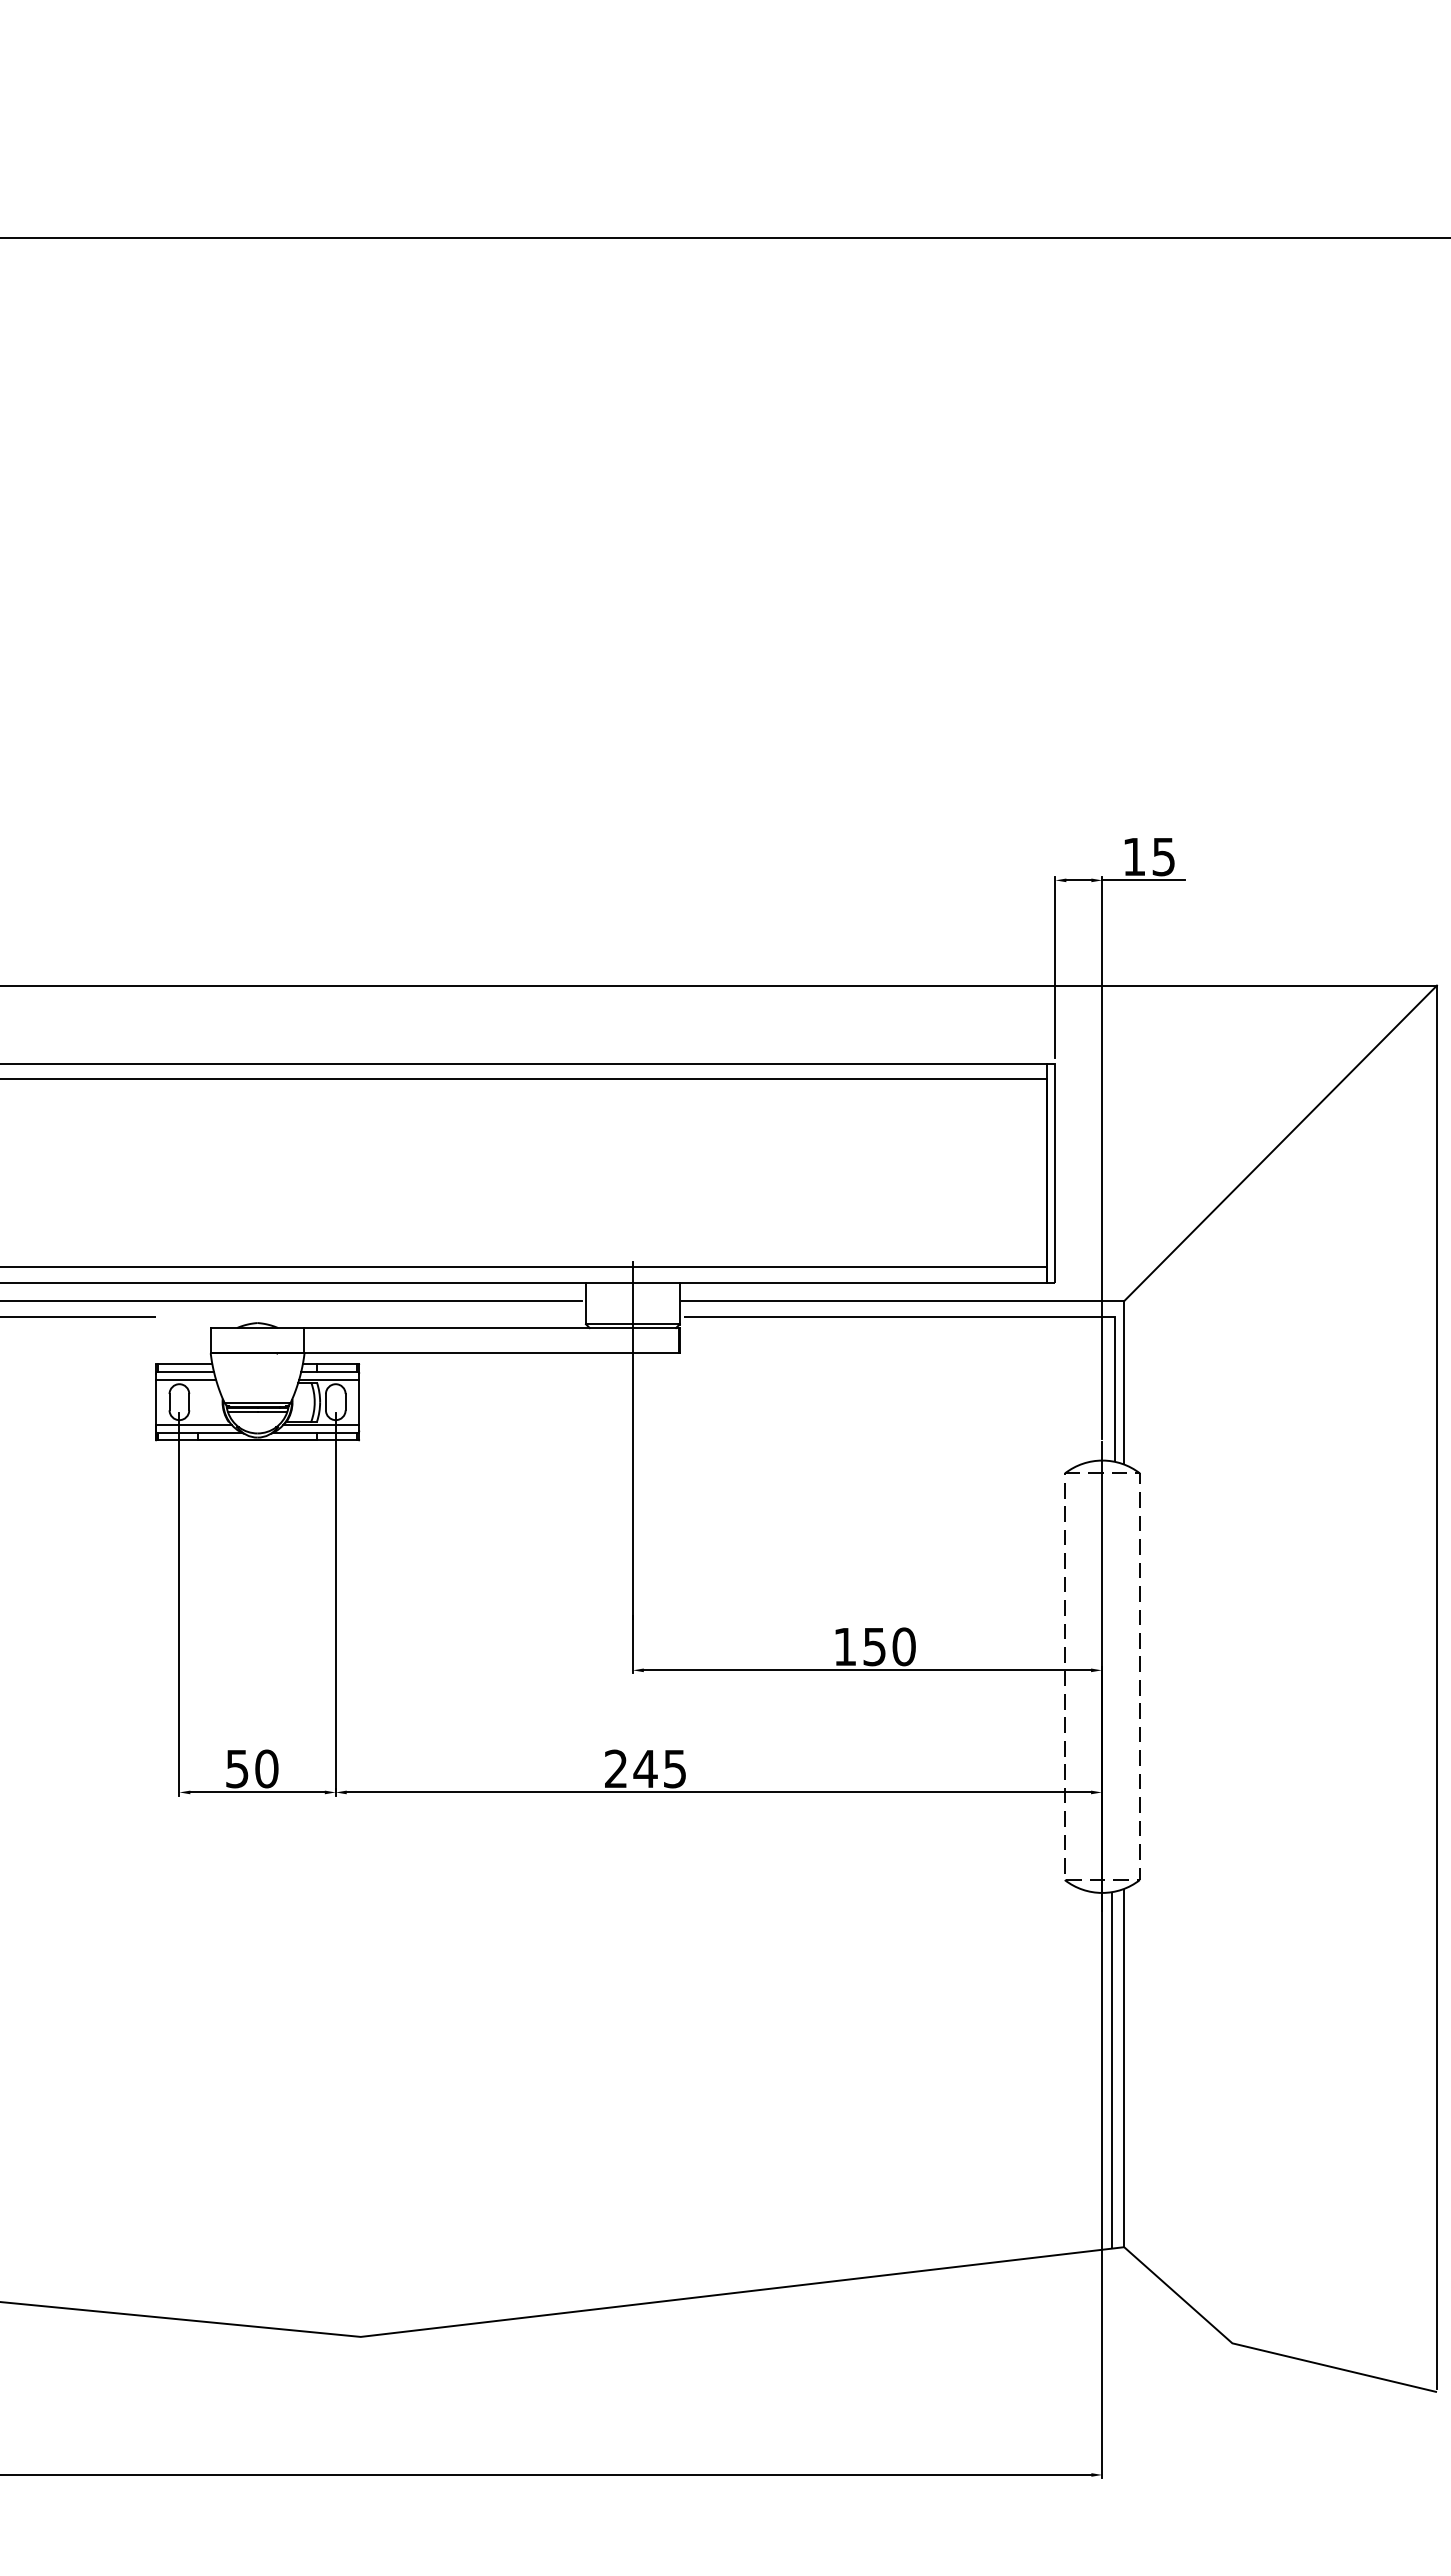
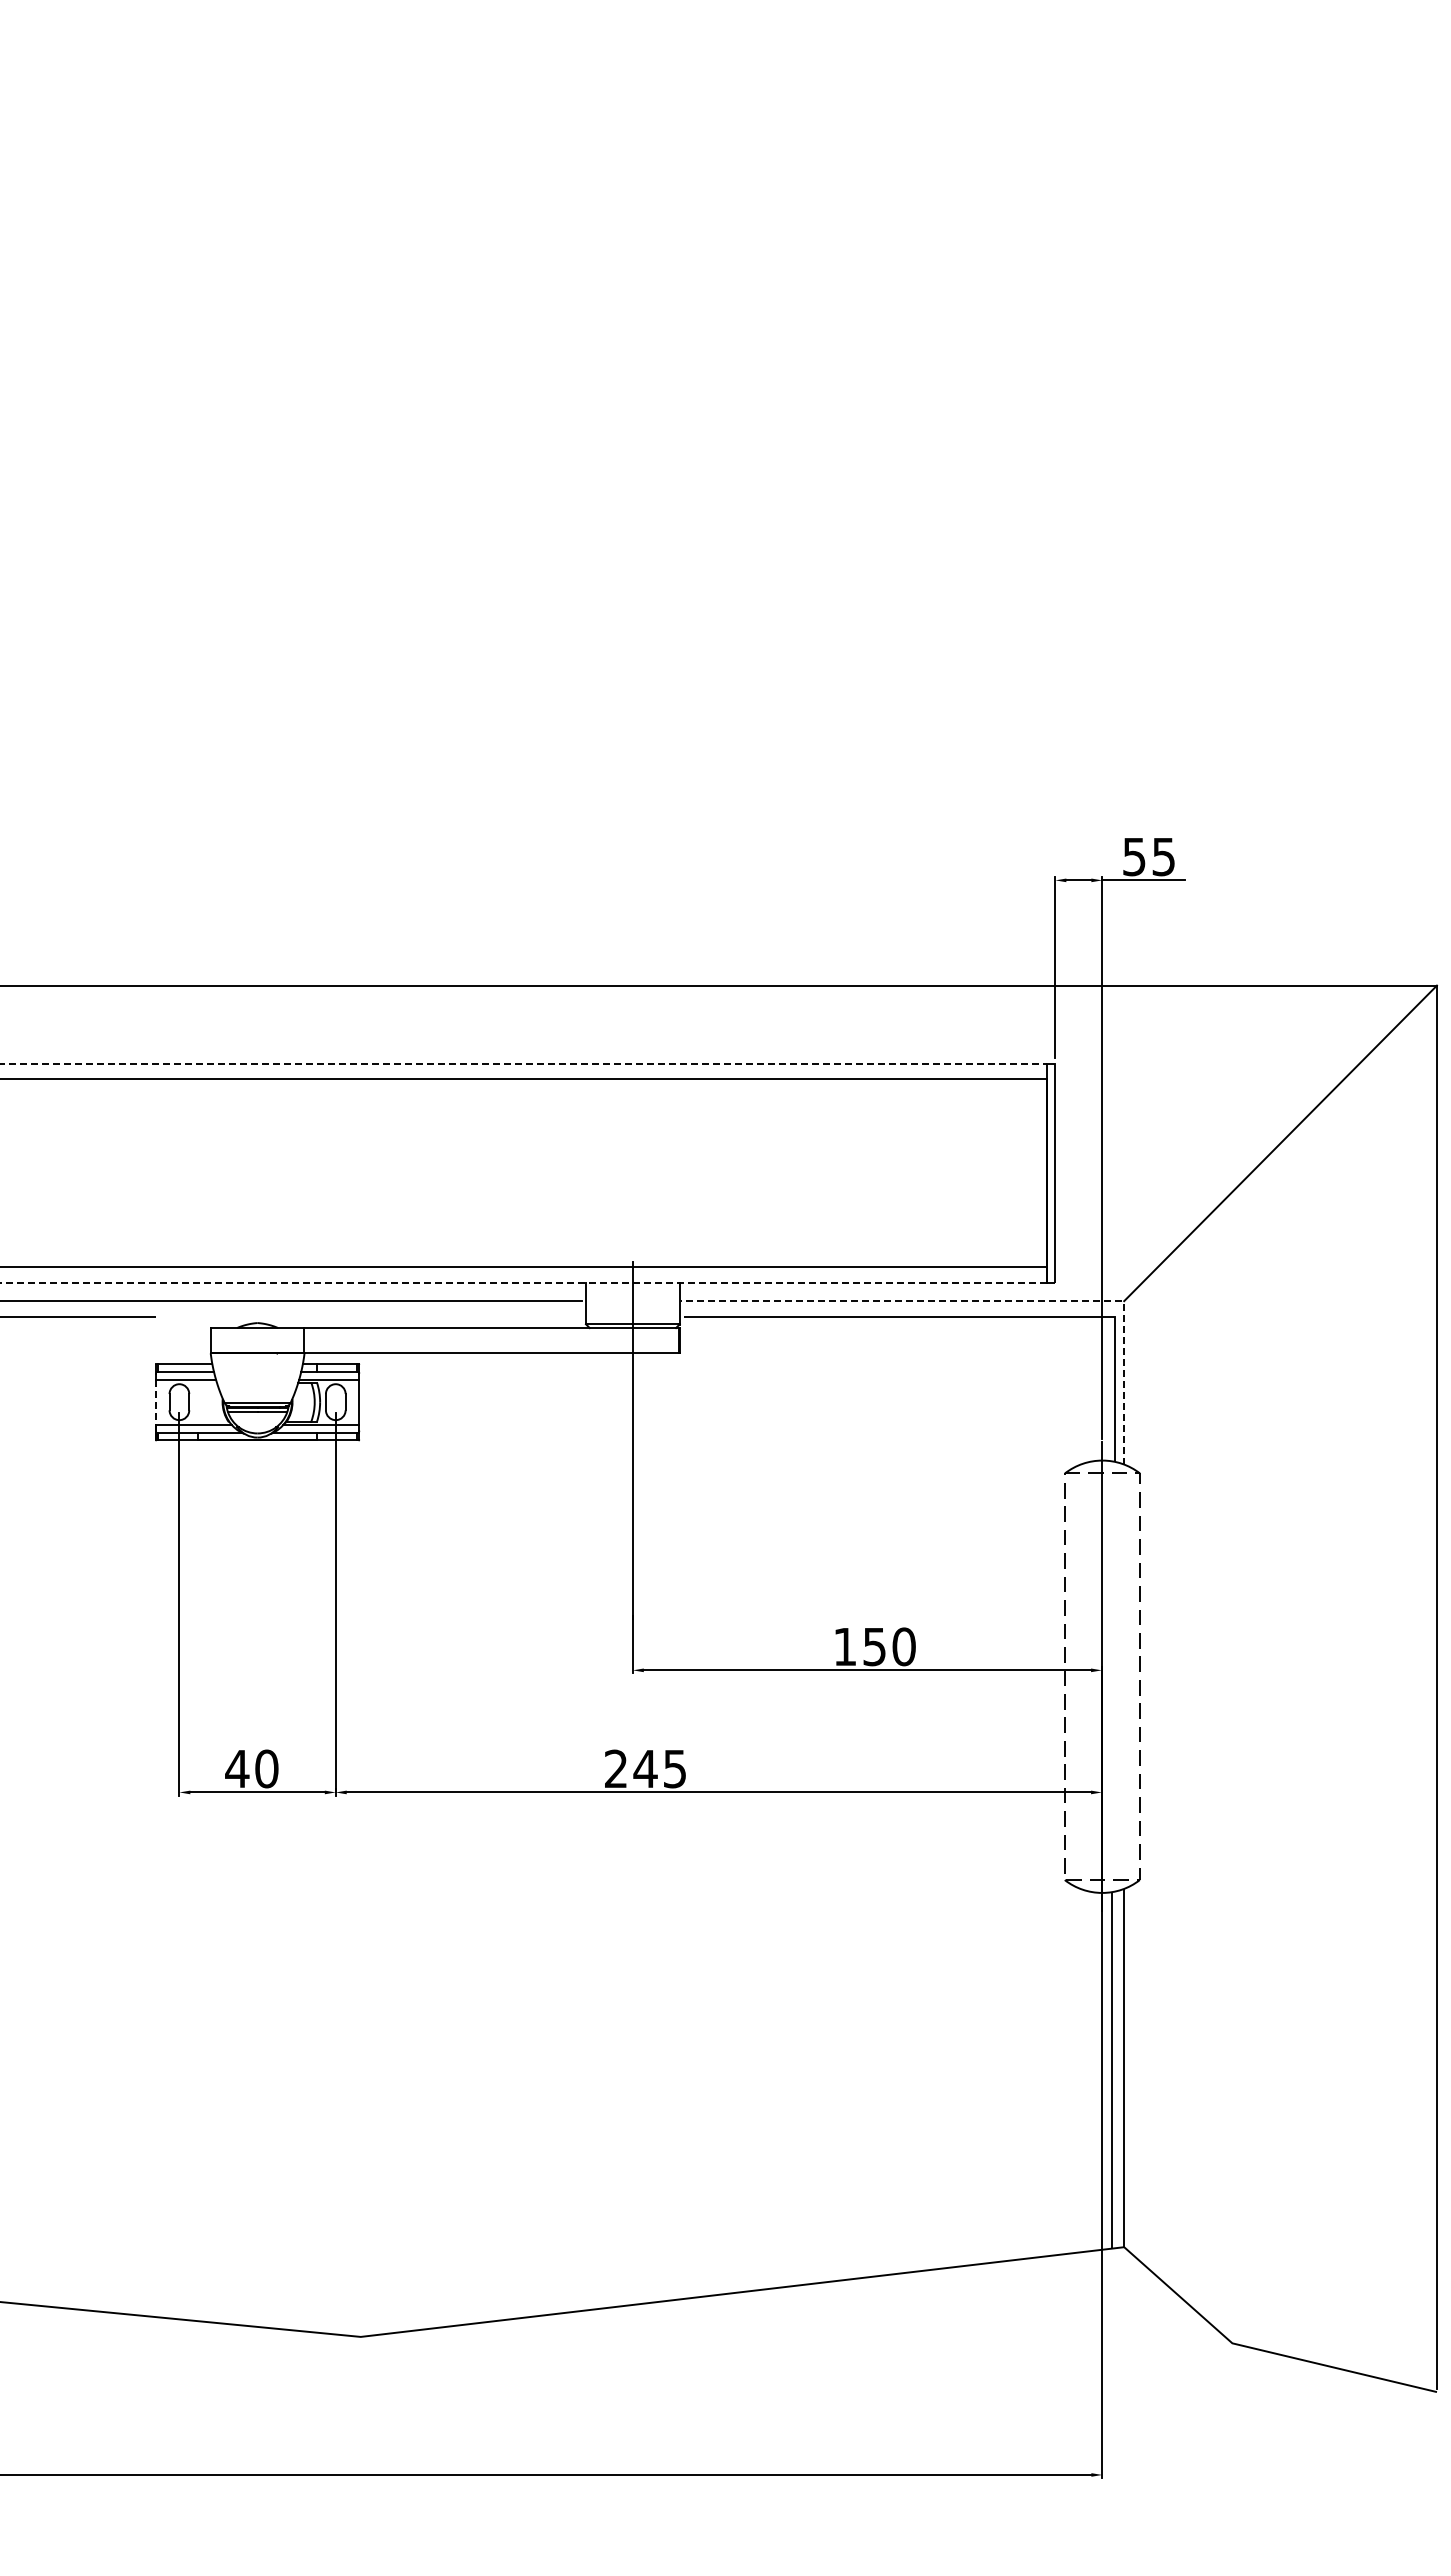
line at (724, 237): present -> none
text at (1134, 857): 15 -> 55
line at (523, 1063): solid -> dashed
line at (523, 1282): solid -> dashed
line at (984, 1301): solid -> dashed
line at (155, 1402): solid -> dashed
text at (237, 1769): 50 -> 40
